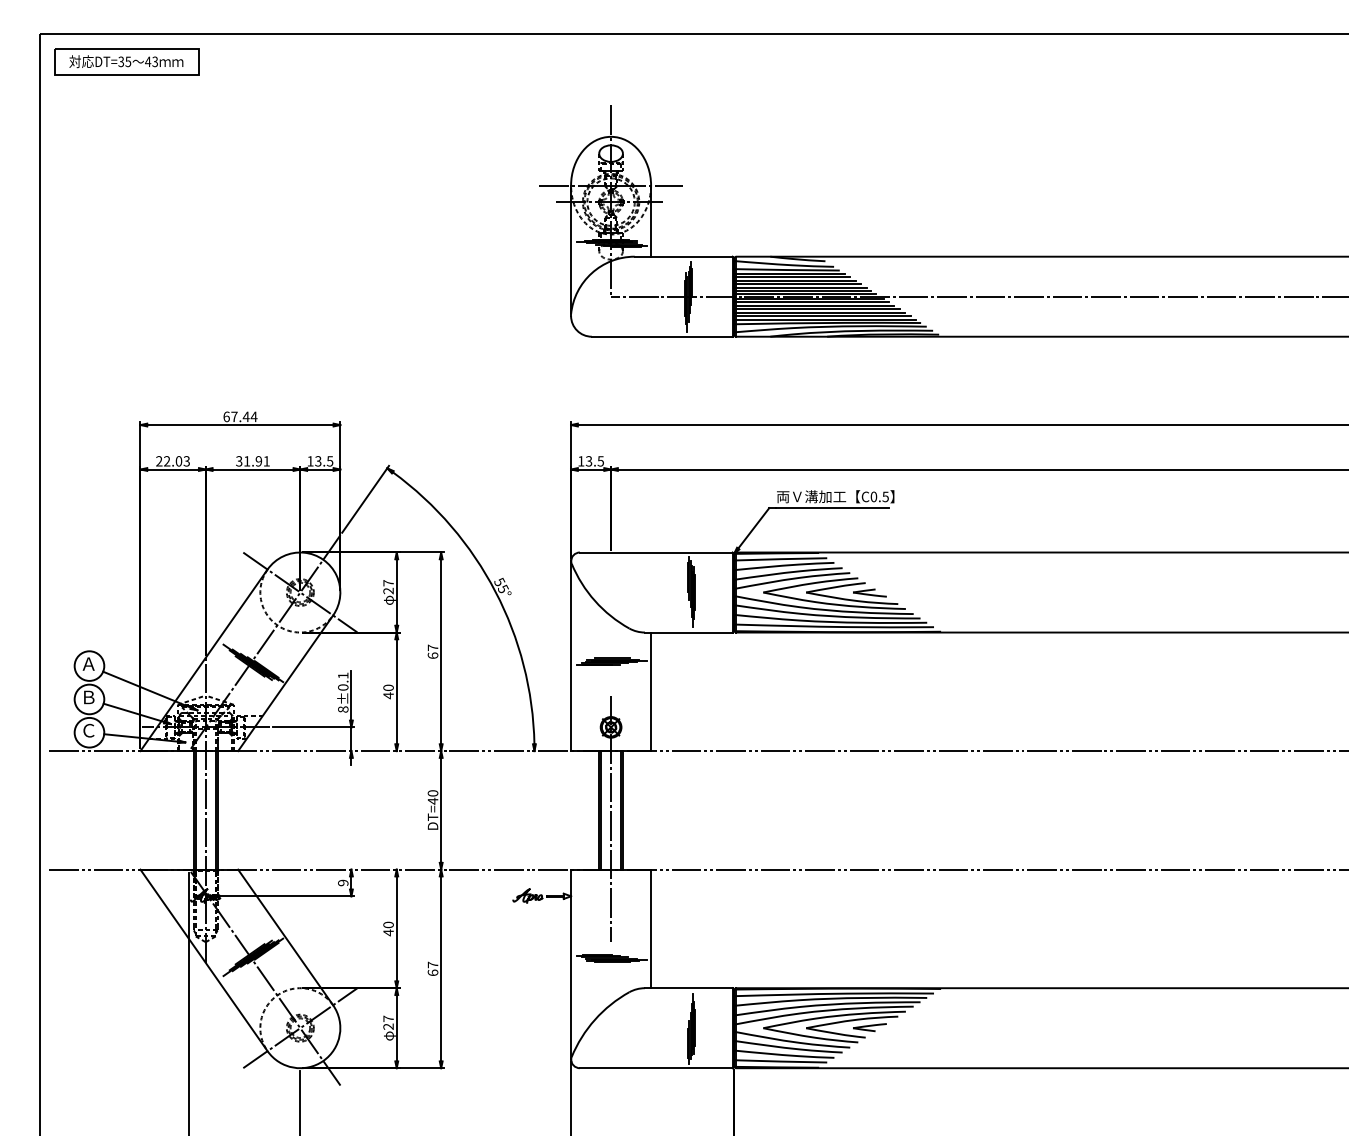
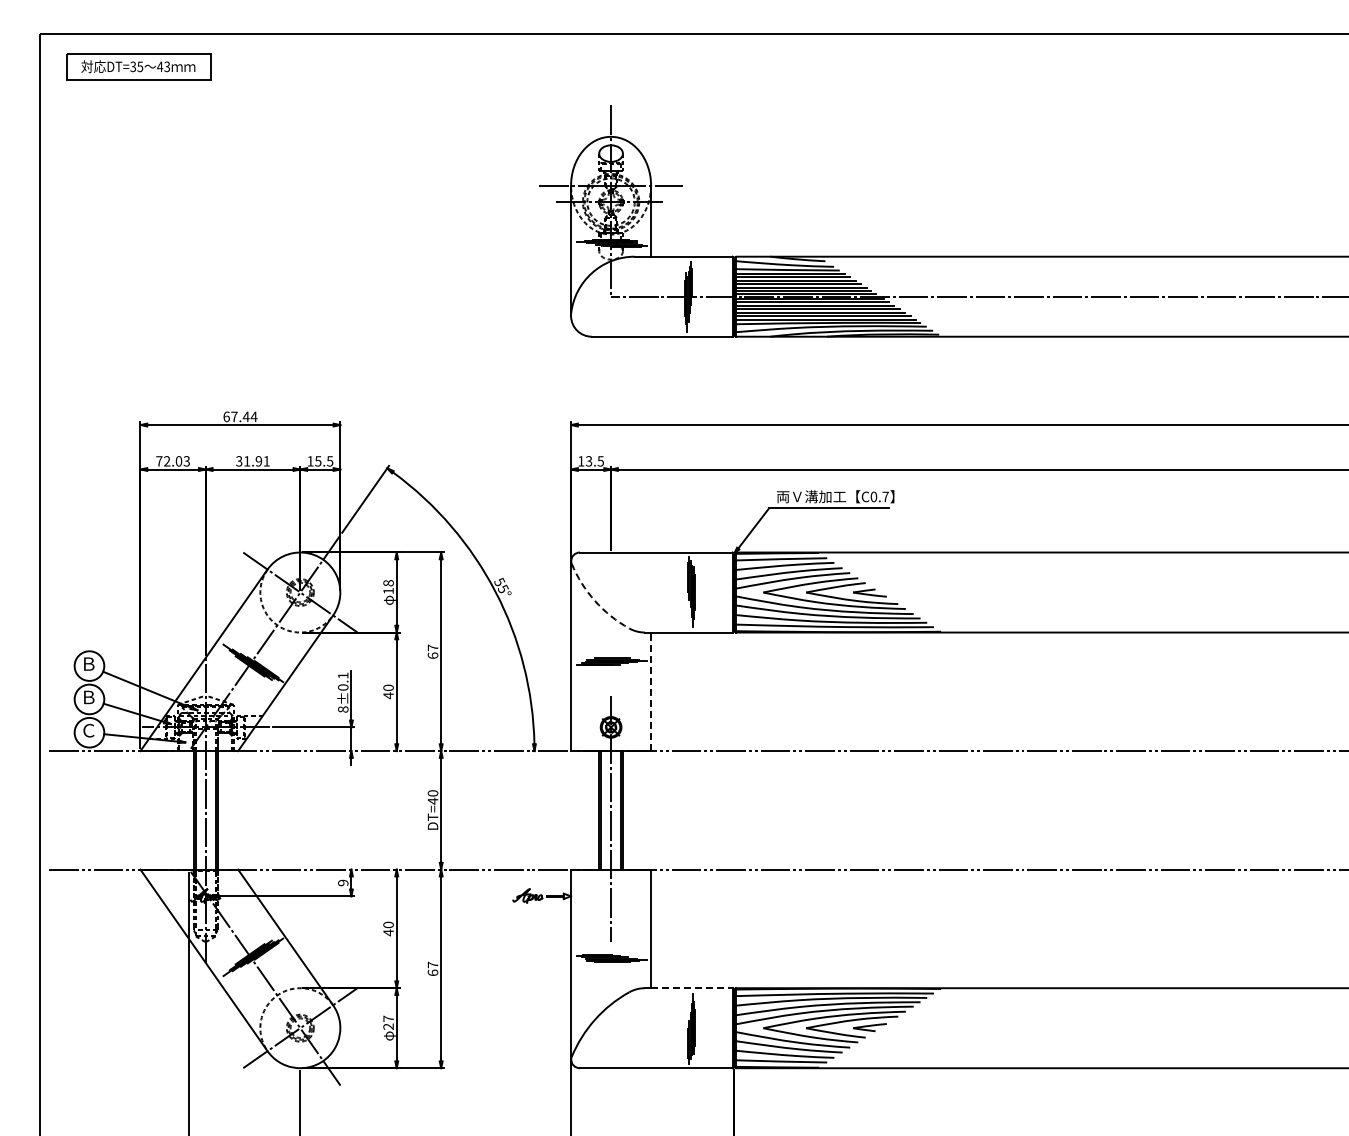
part at (126, 61) position: (126, 61) -> (138, 66)
text at (318, 460): 13.5 -> 15.5
text at (159, 461): 22.03 -> 72.03
text at (885, 496): C0.5 -> C0.7
text at (388, 587): 27 -> 18
arc at (595, 601): solid -> dashed
text at (88, 663): Ａ -> Ｂ
line at (651, 691): solid -> dashed
line at (691, 988): solid -> dashed
